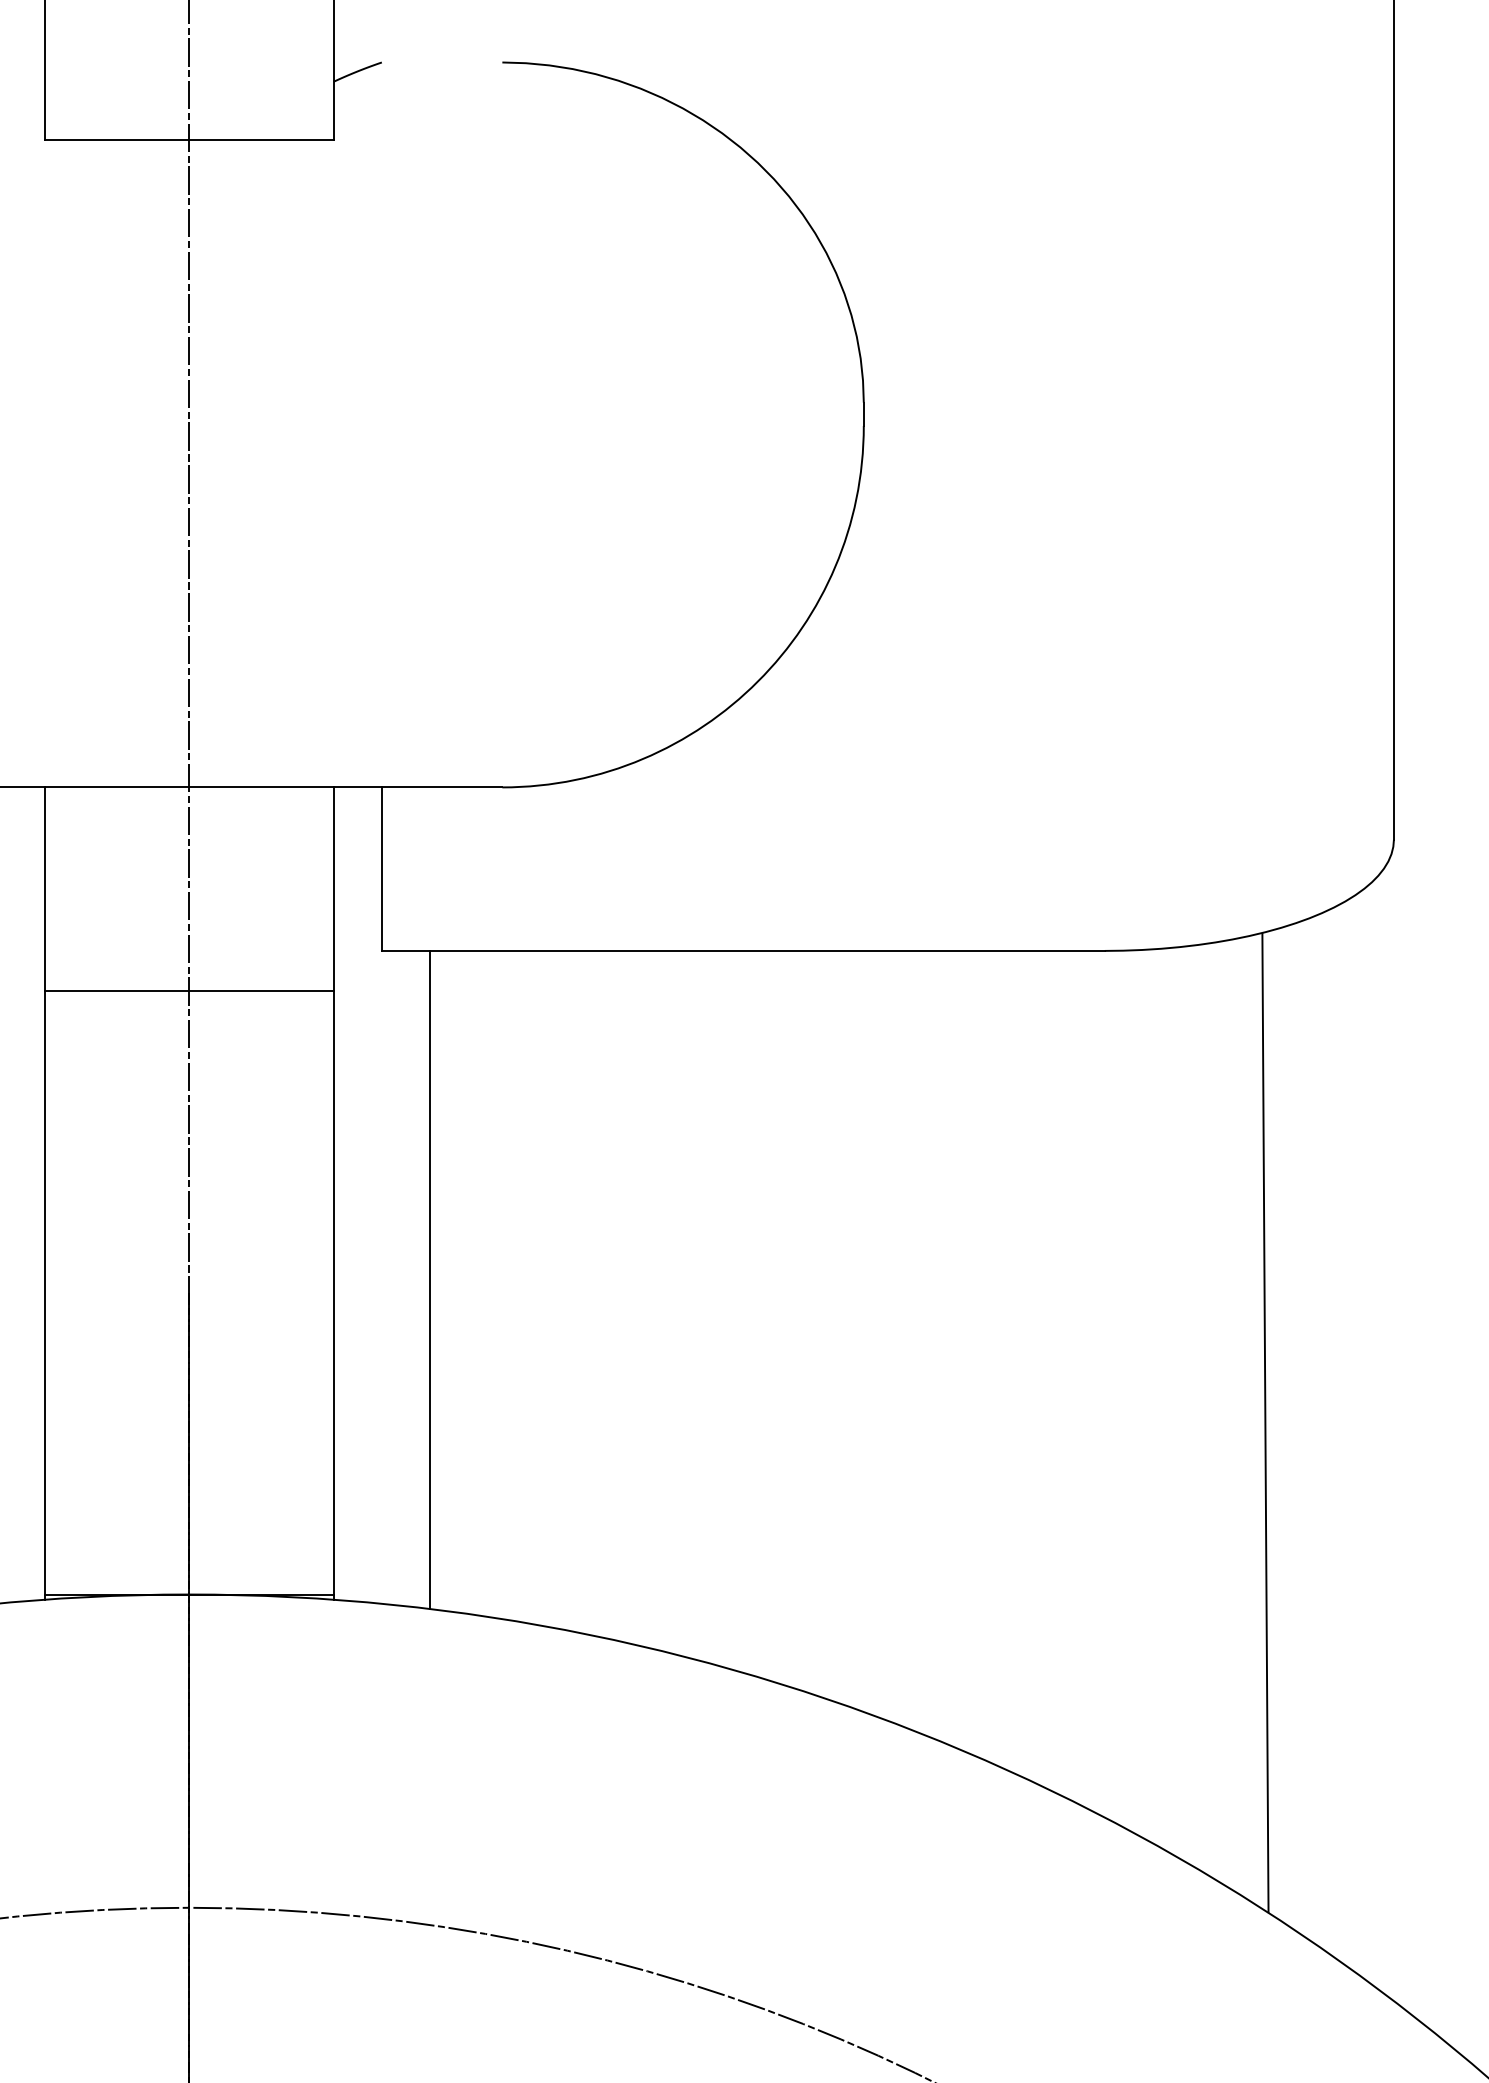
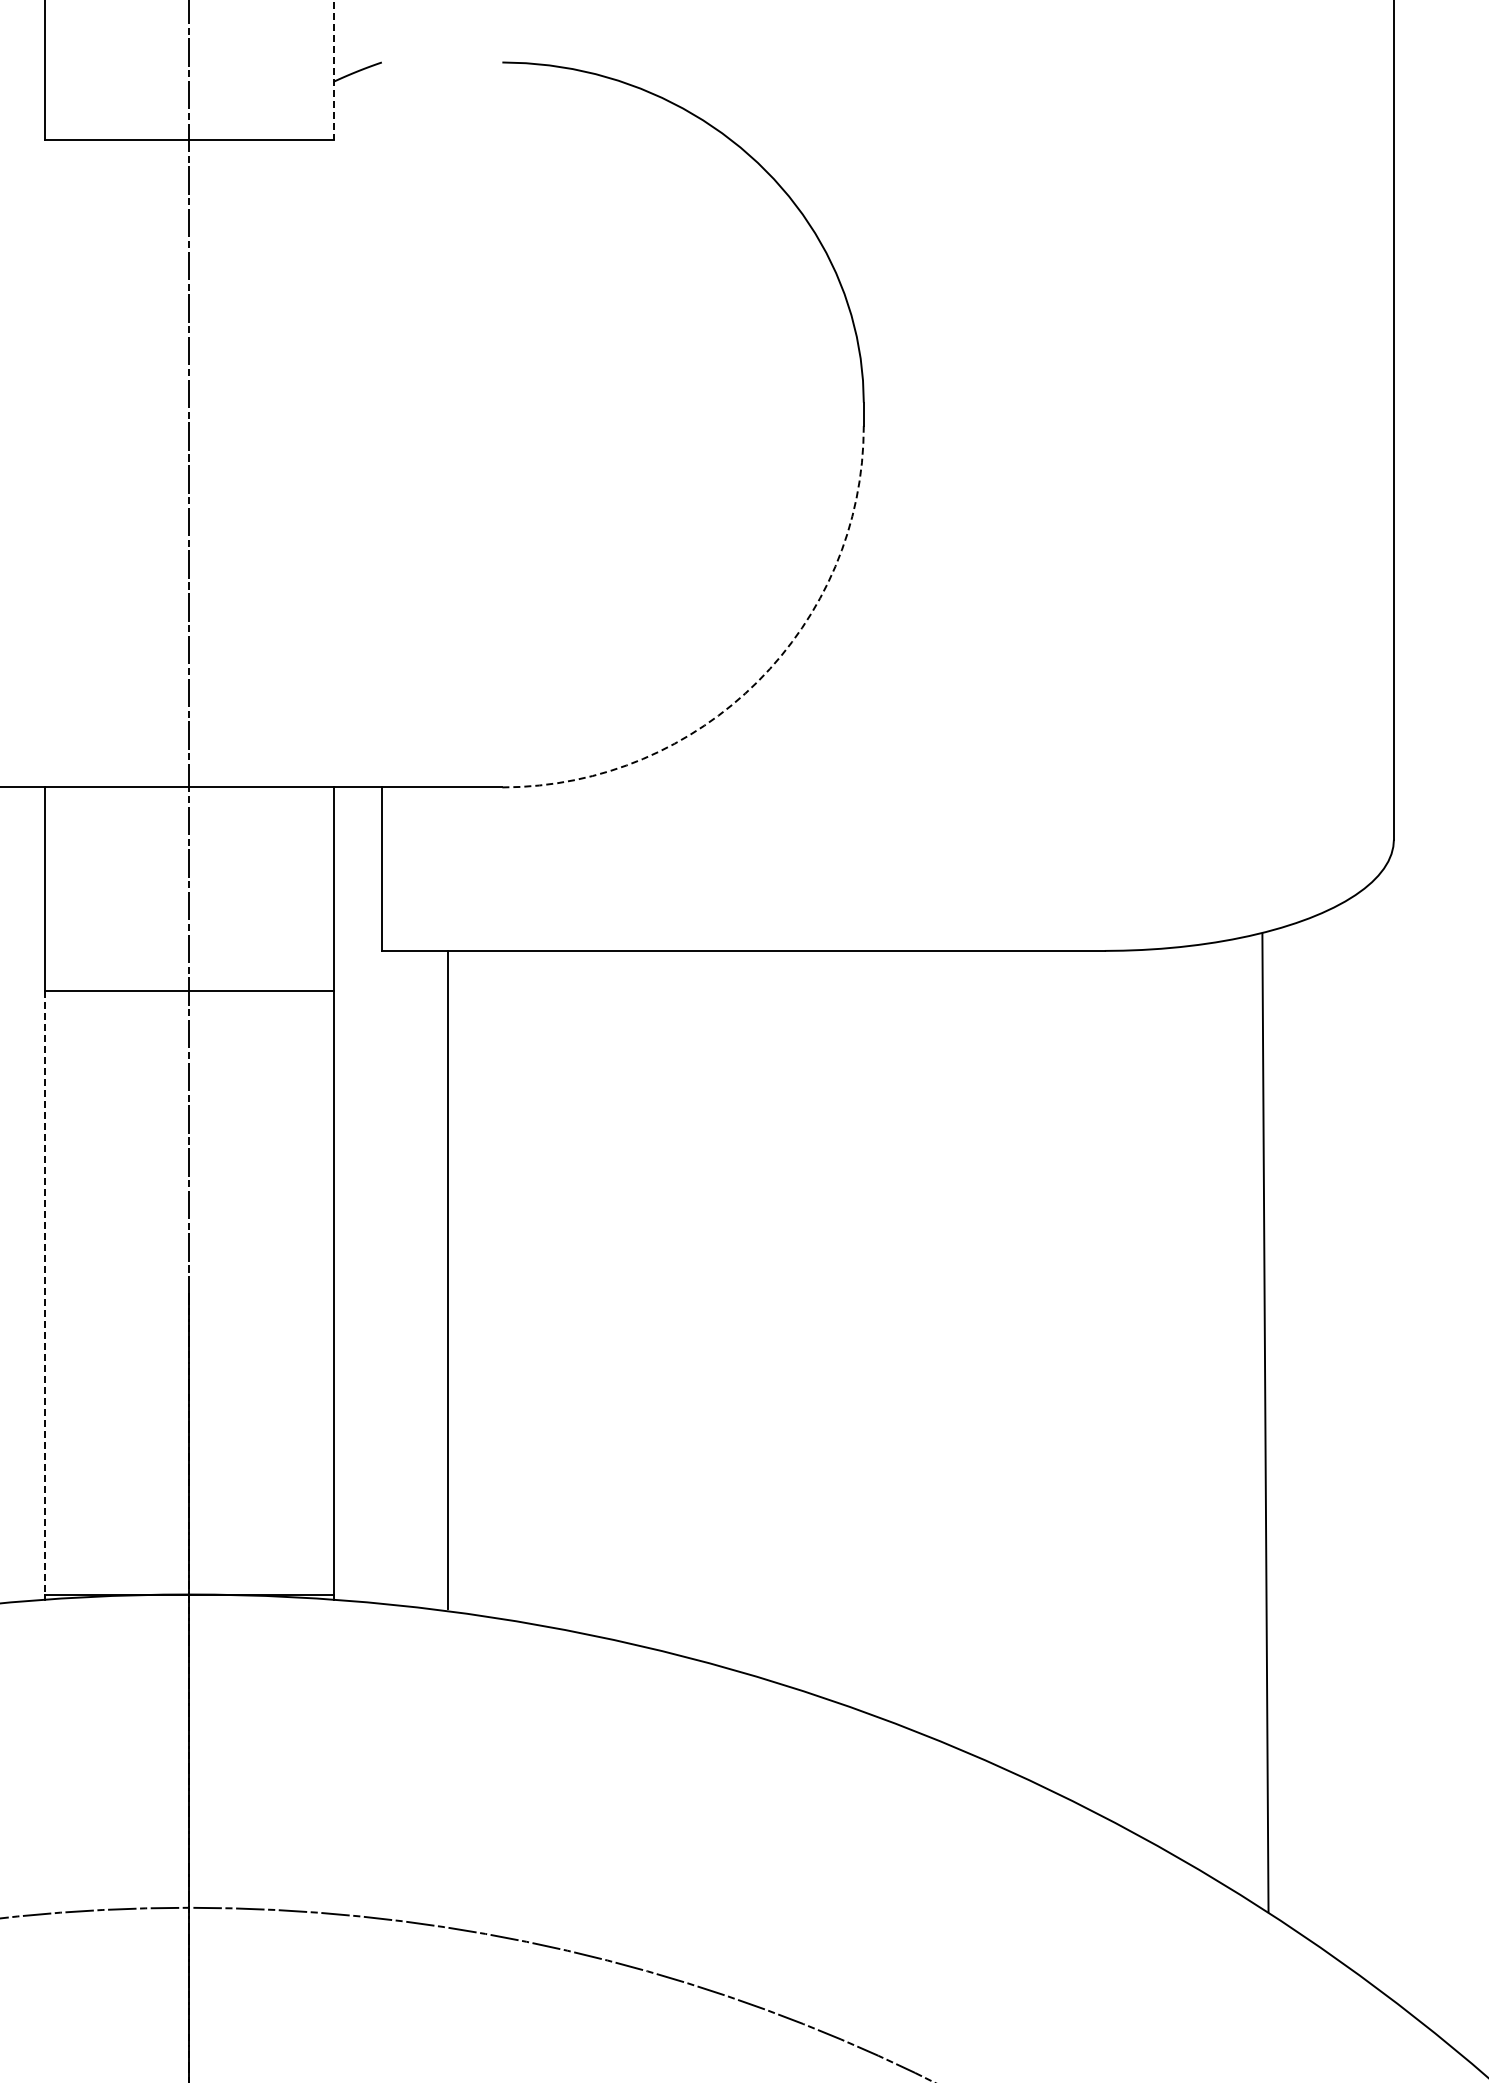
line at (333, 70): solid -> dashed
arc at (757, 681): solid -> dashed
line at (430, 1279) position: (430, 1279) -> (448, 1279)
line at (44, 1292): solid -> dashed
